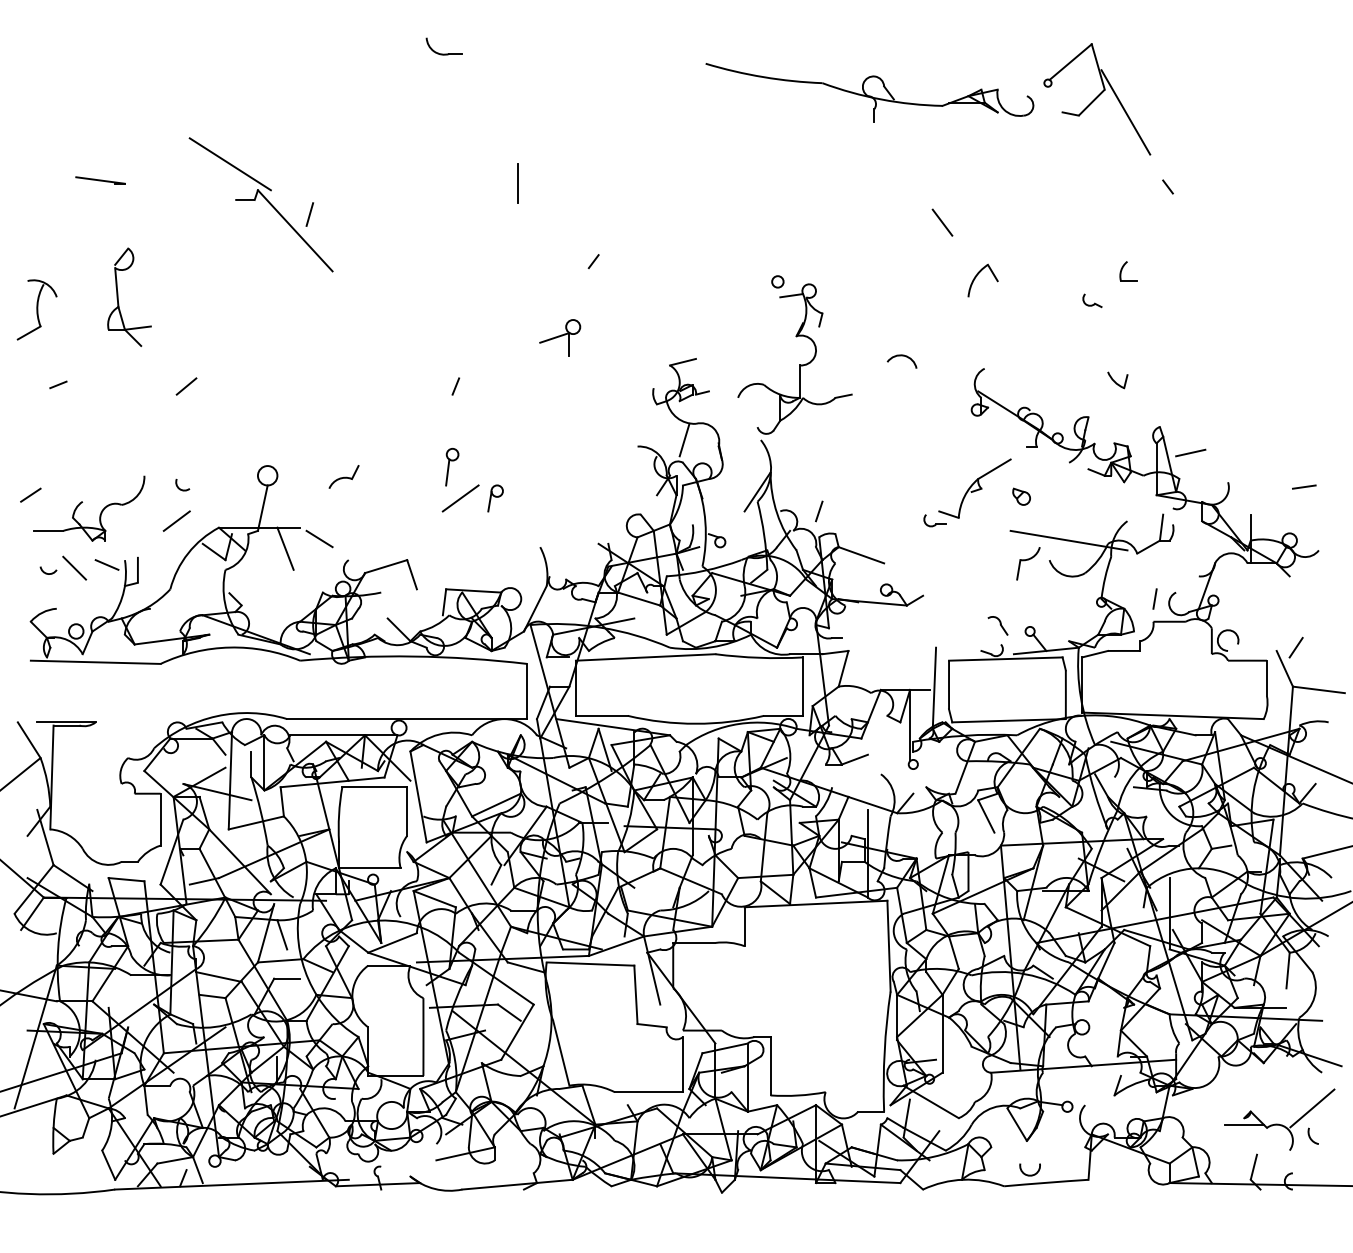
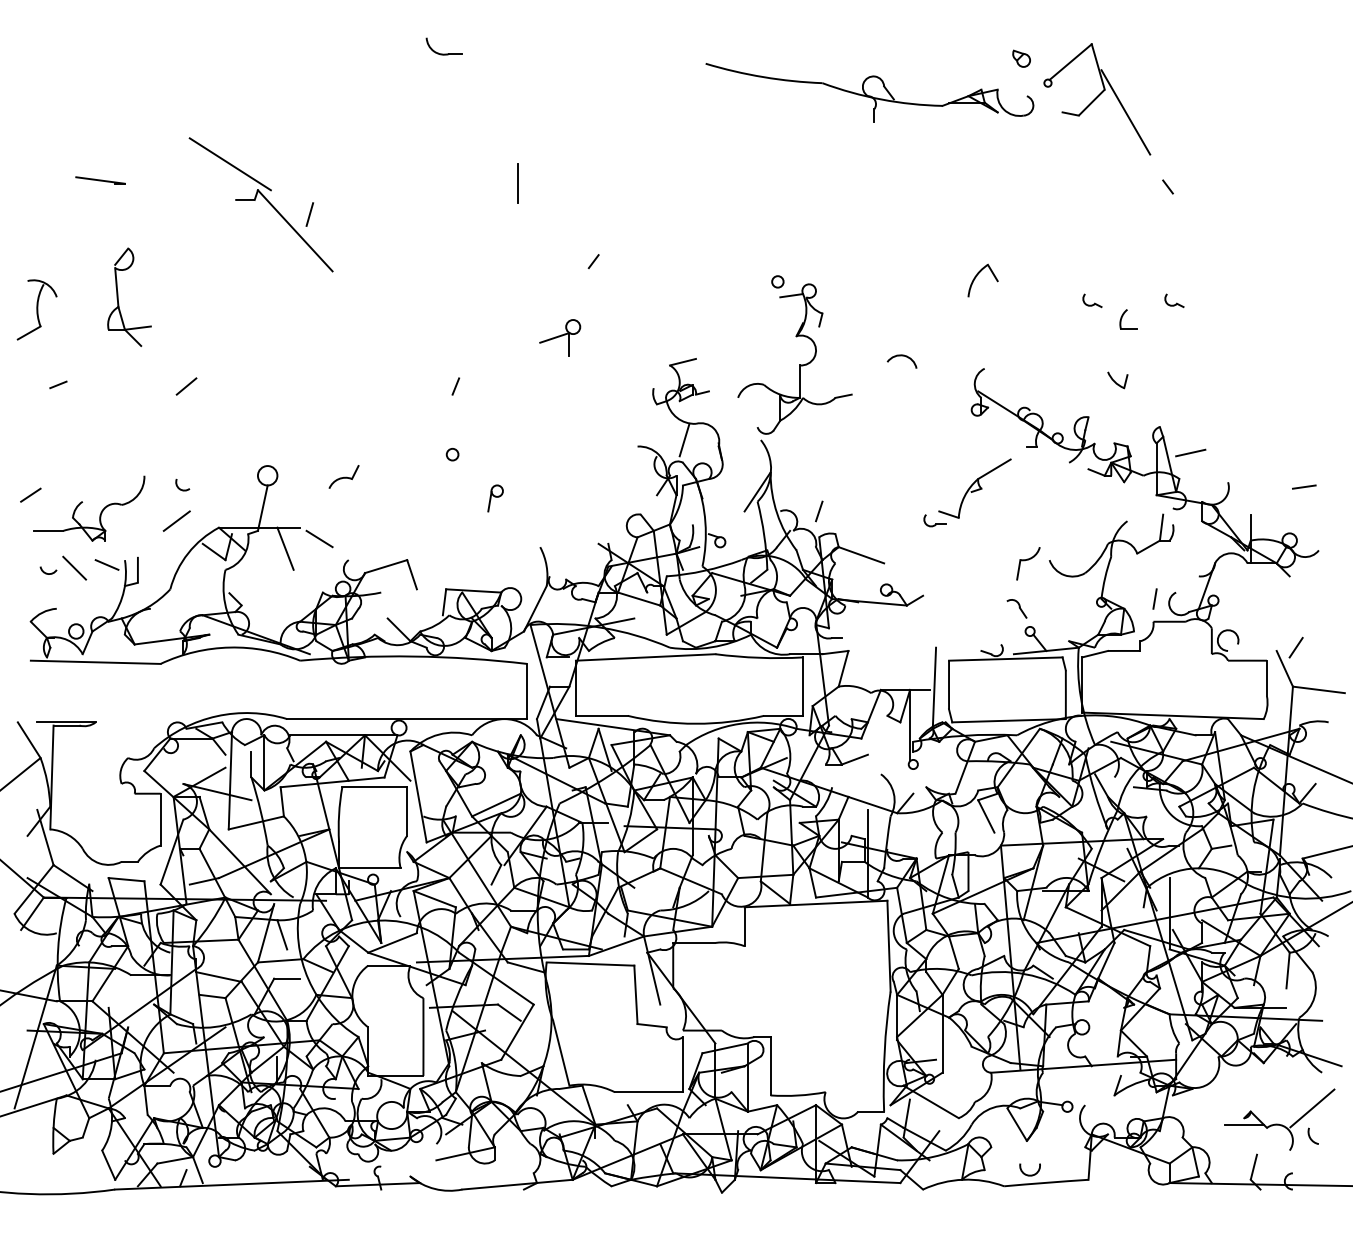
line at (942, 222): present -> none
part at (1128, 271) position: (1128, 271) -> (1128, 319)
part at (1174, 300): none -> present
line at (447, 472): present -> none
part at (1021, 496) position: (1021, 496) -> (1021, 58)
line at (460, 498): present -> none
line at (1068, 540): present -> none
part at (997, 625) position: (997, 625) -> (1016, 608)
